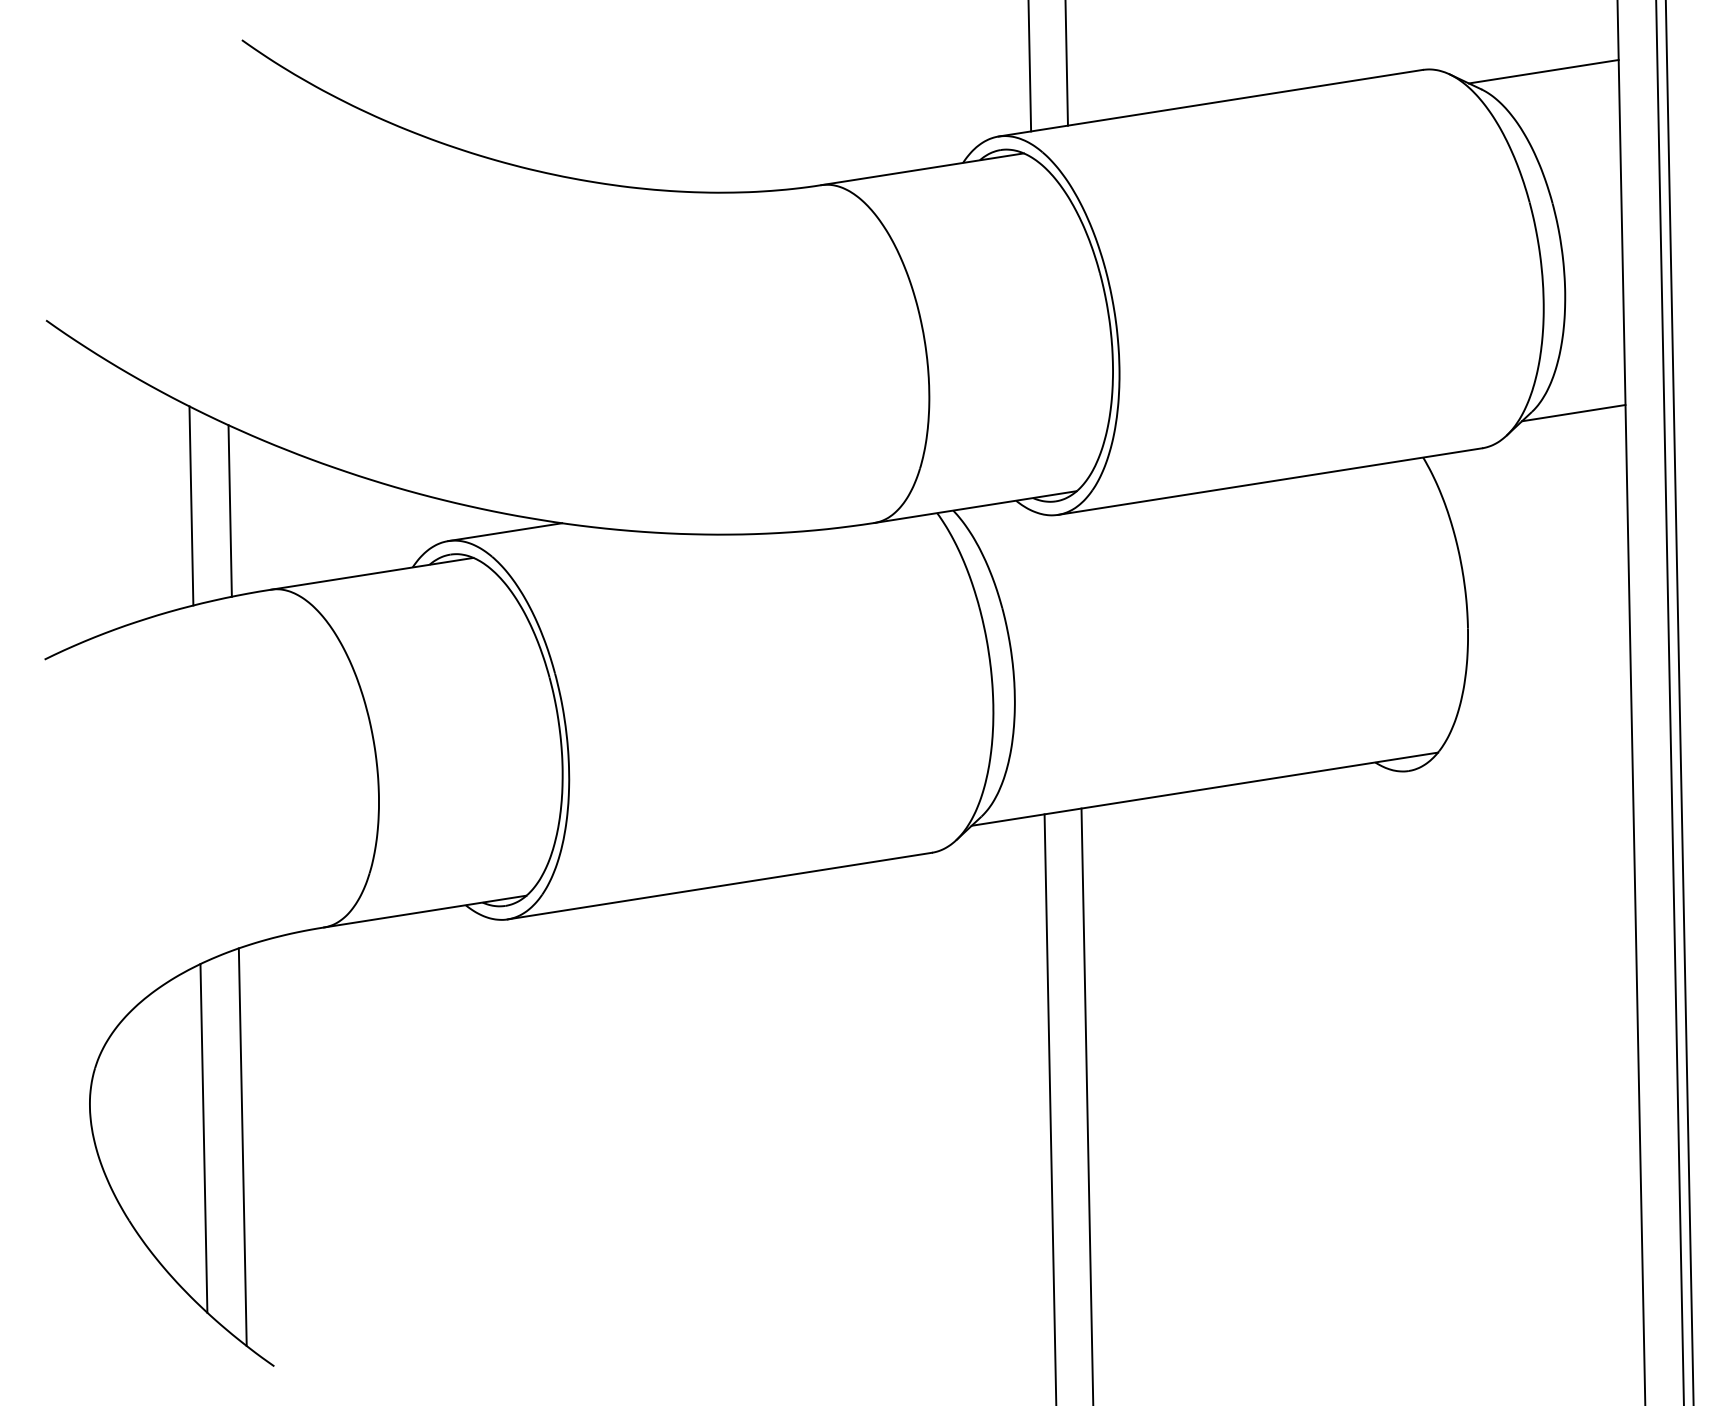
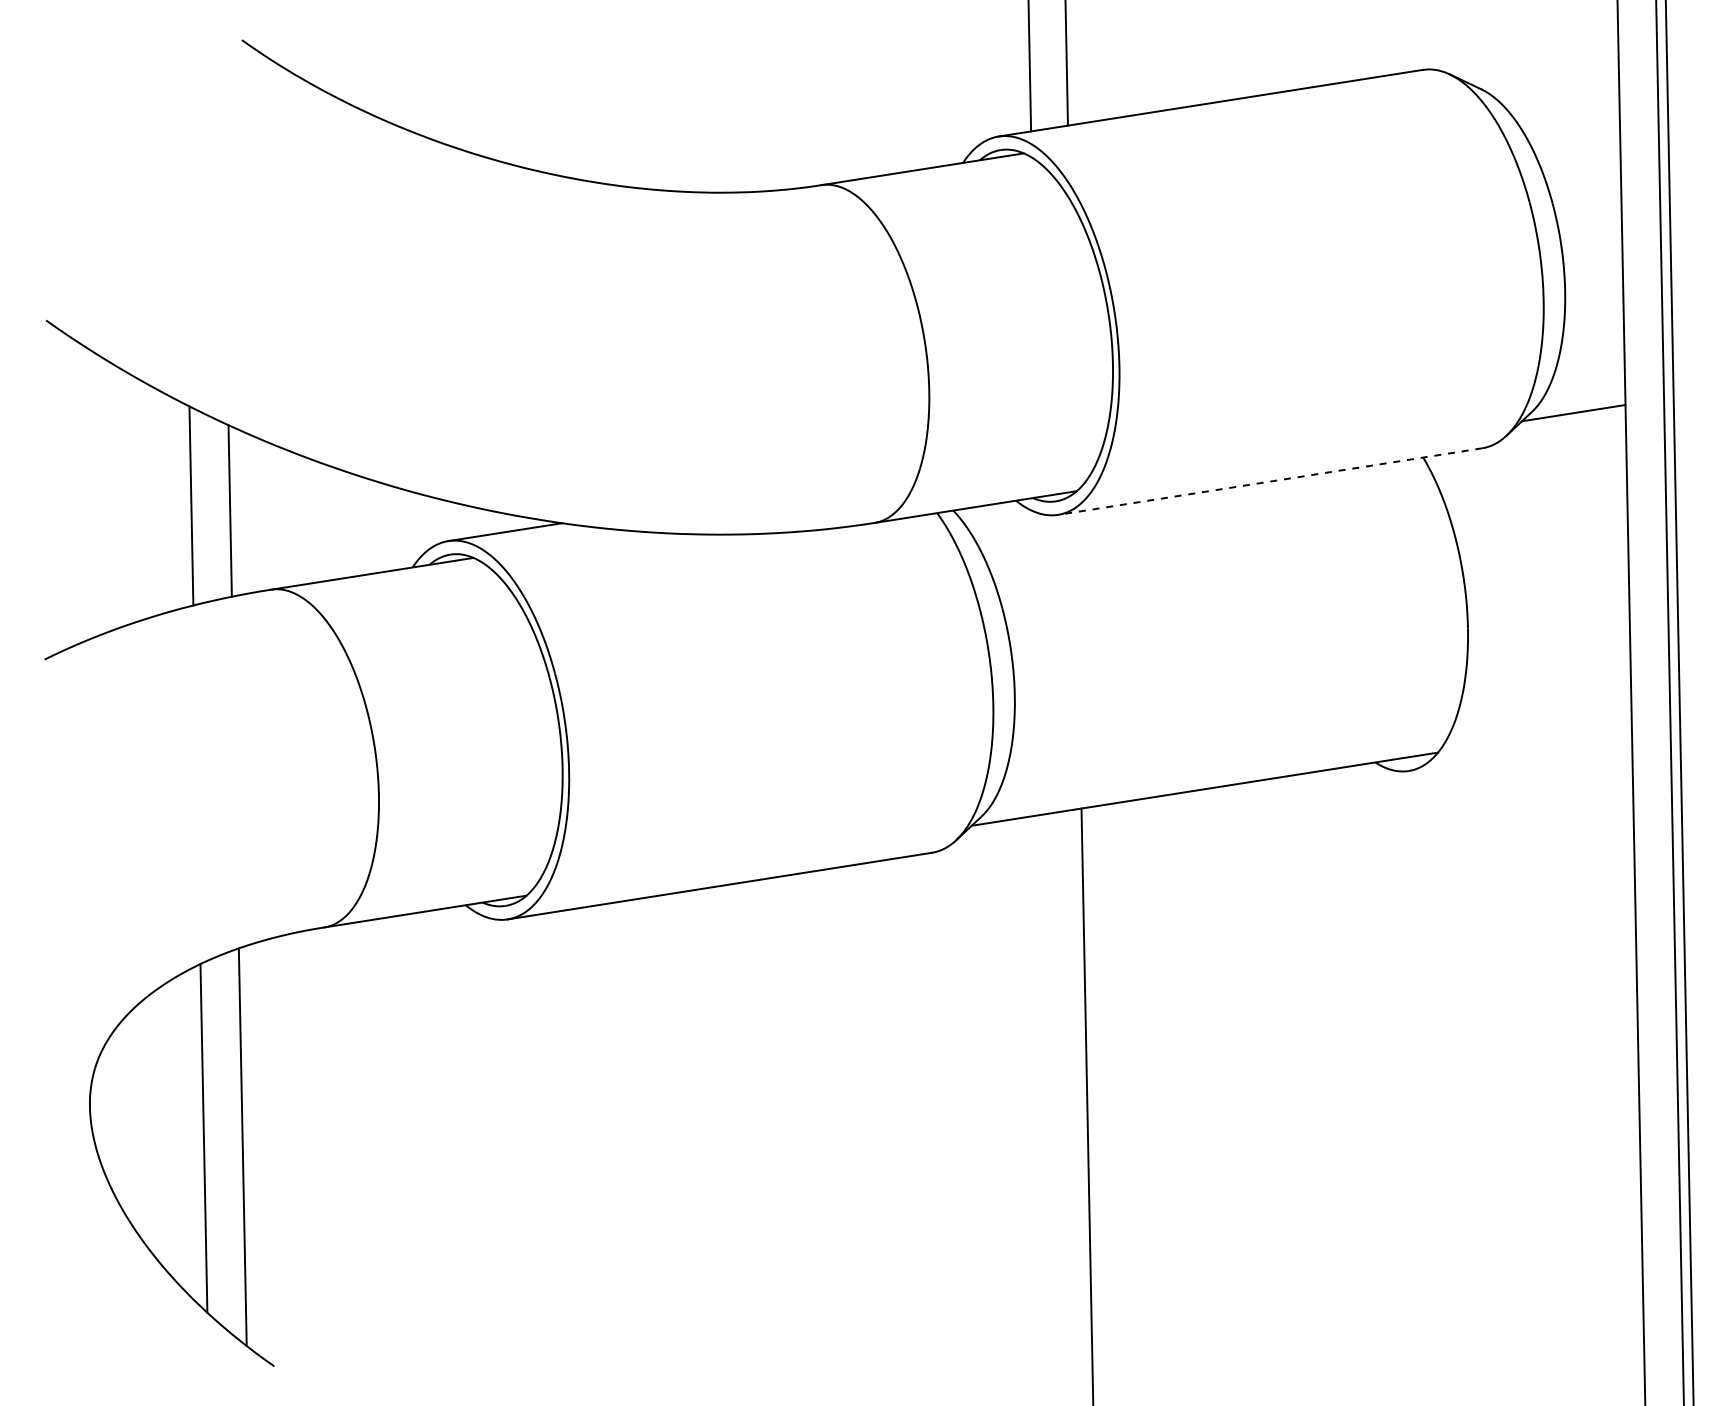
line at (1543, 71): present -> none
line at (1270, 481): solid -> dashed
line at (1050, 1108): present -> none
